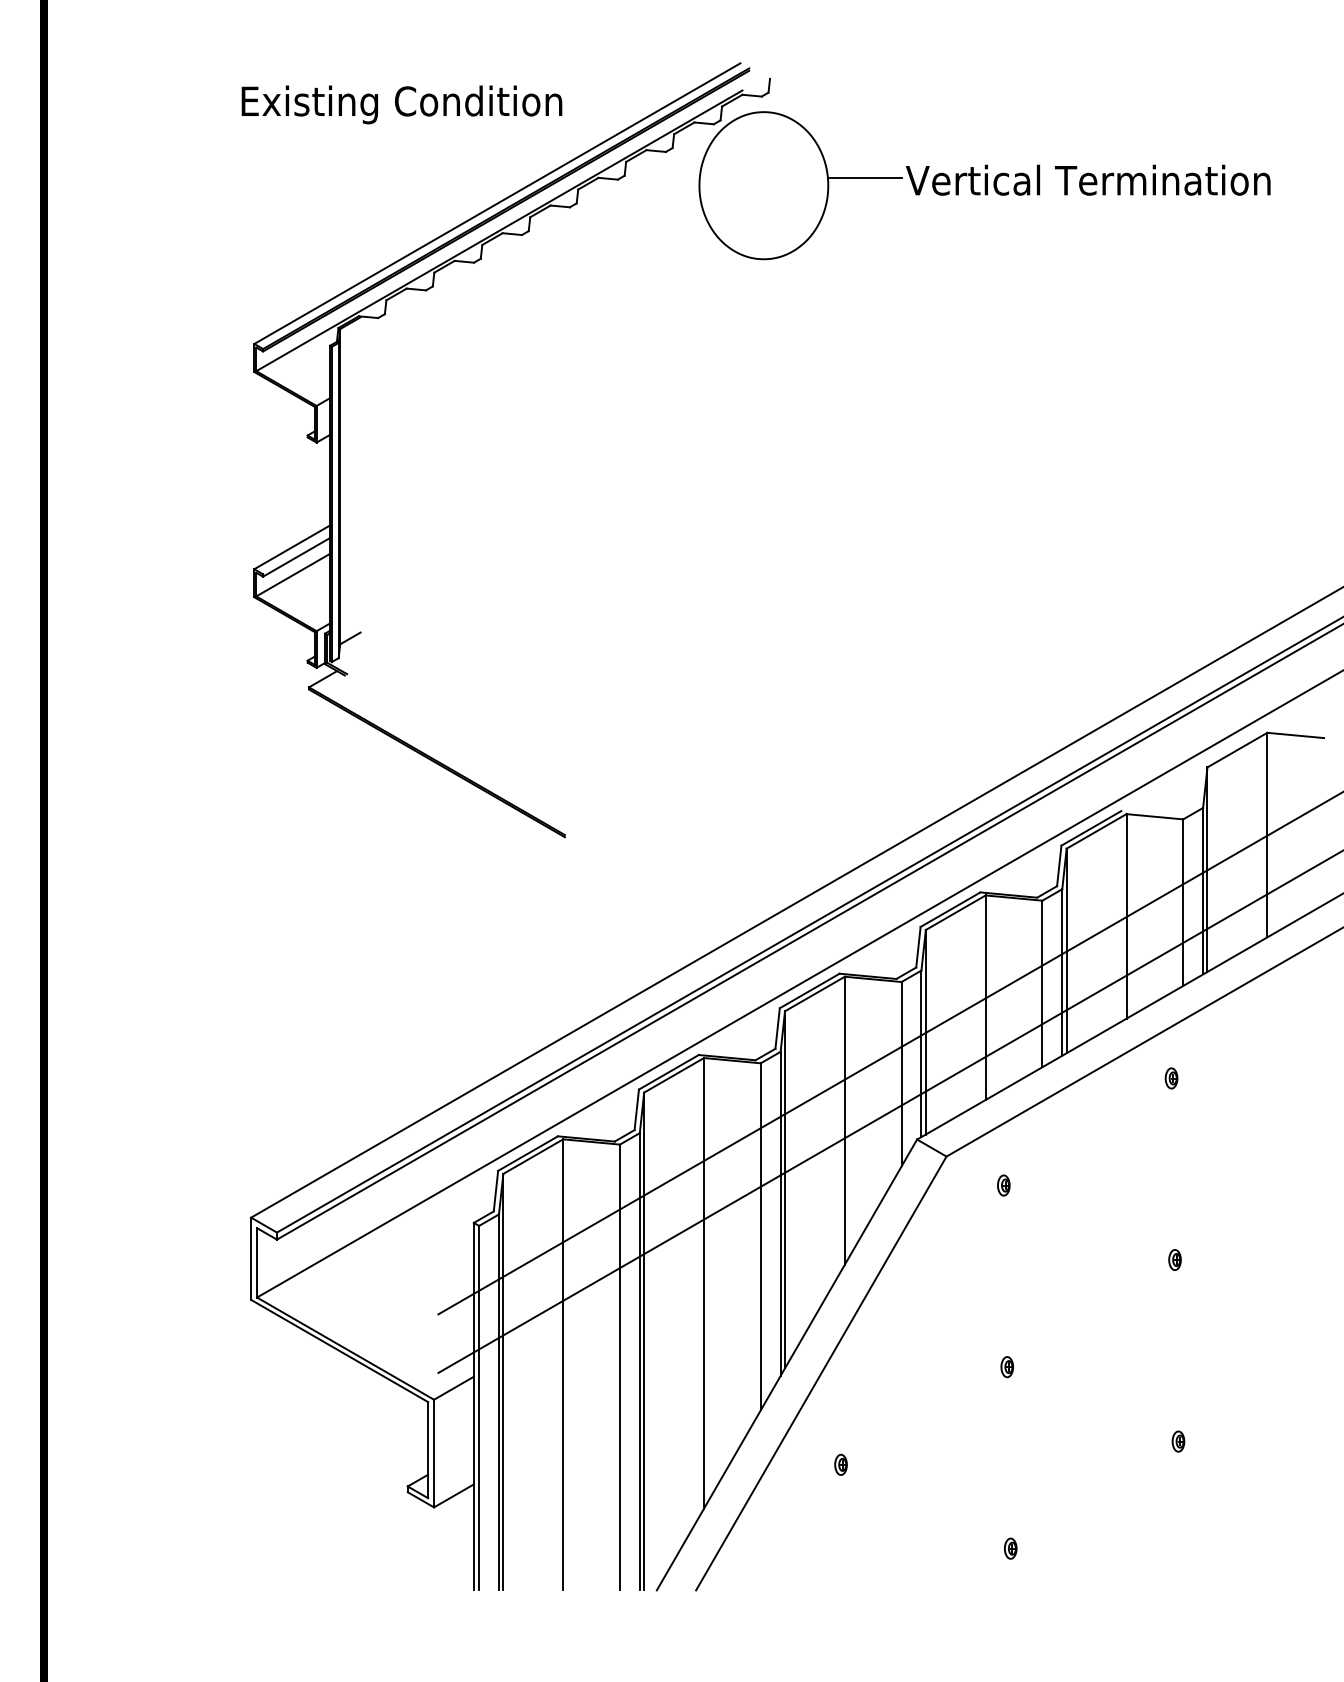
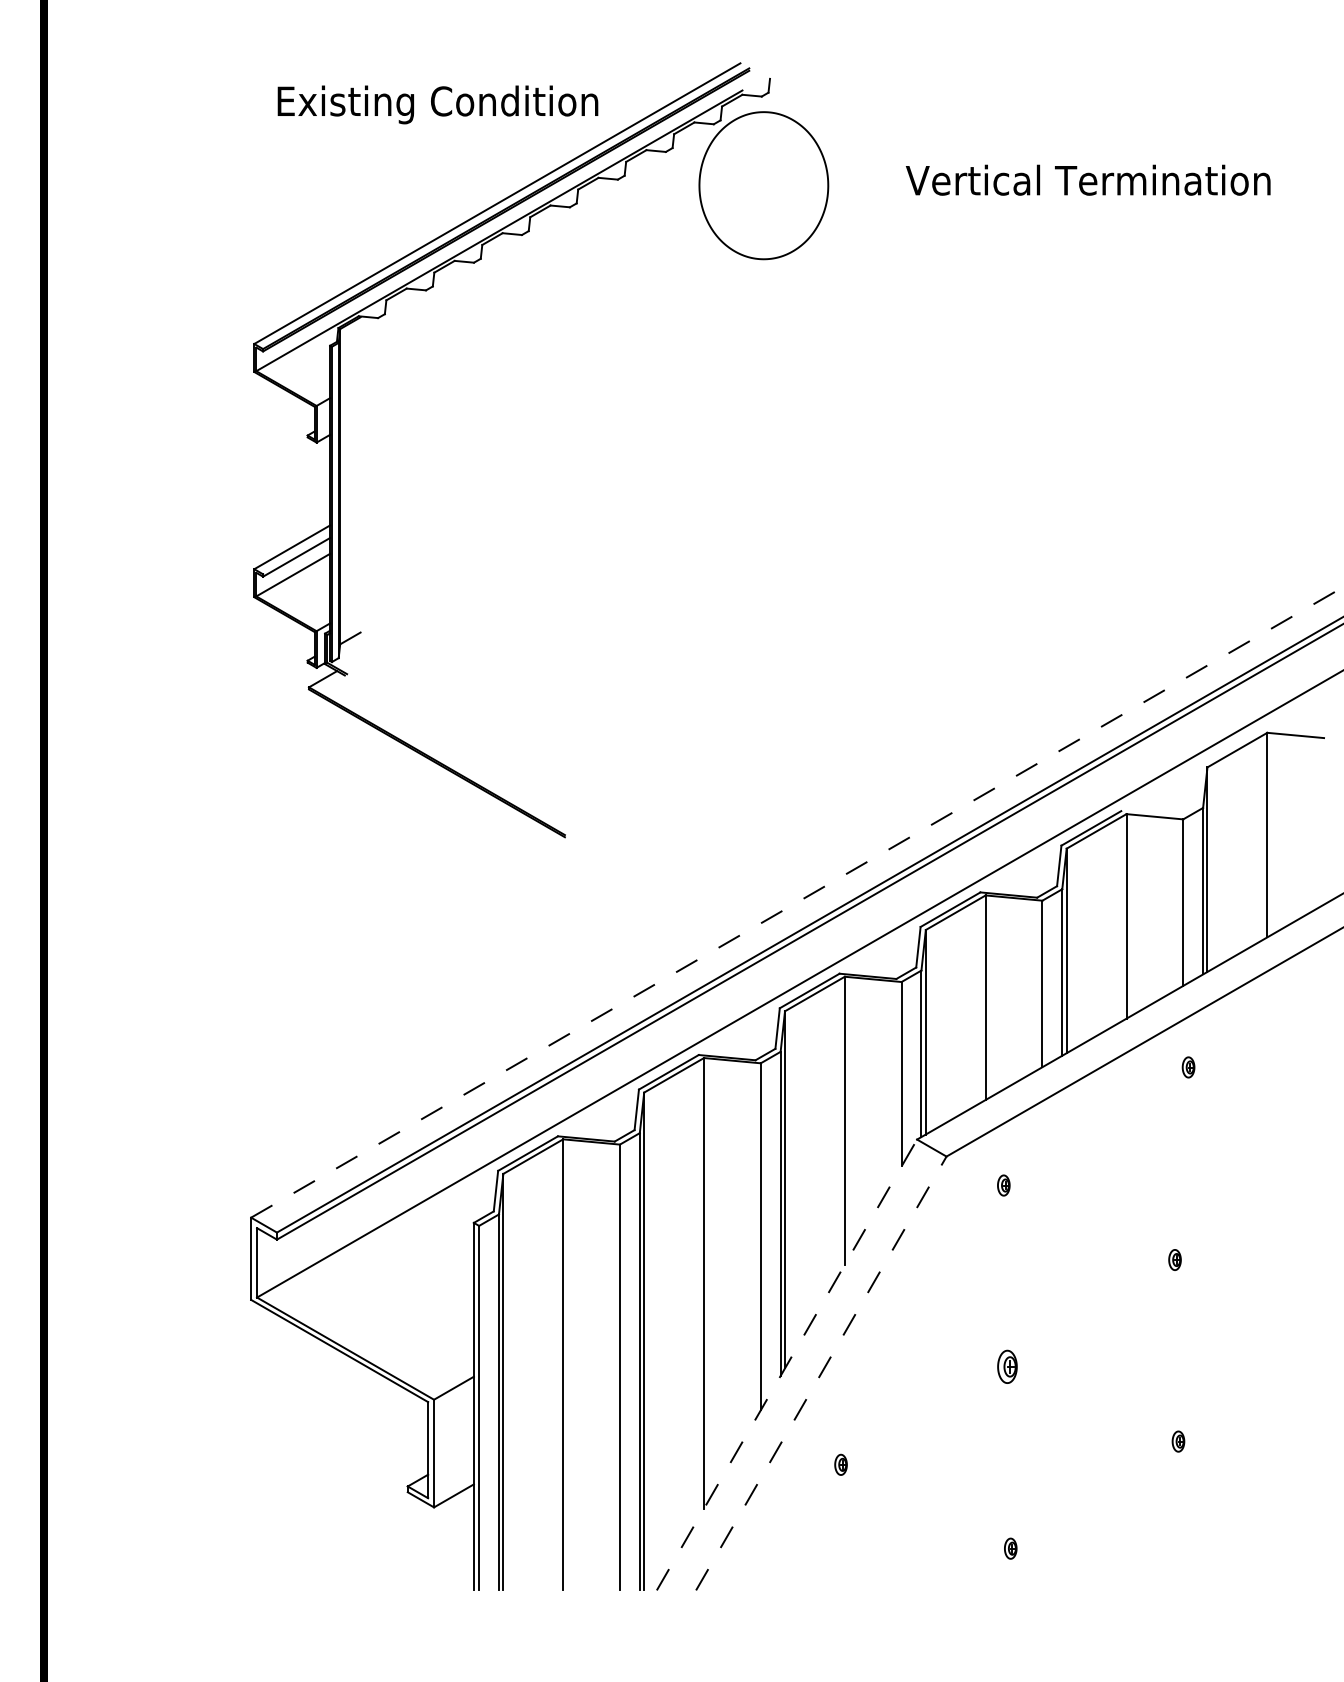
text at (401, 104) position: (401, 104) -> (437, 104)
line at (864, 178): present -> none
line at (797, 902): solid -> dashed
line at (889, 1053): present -> none
part at (1171, 1078) position: (1171, 1078) -> (1188, 1067)
line at (889, 1112): present -> none
line at (787, 1364): solid -> dashed
part at (1006, 1367) size: 14x23 px -> 21x35 px
line at (821, 1373): solid -> dashed
